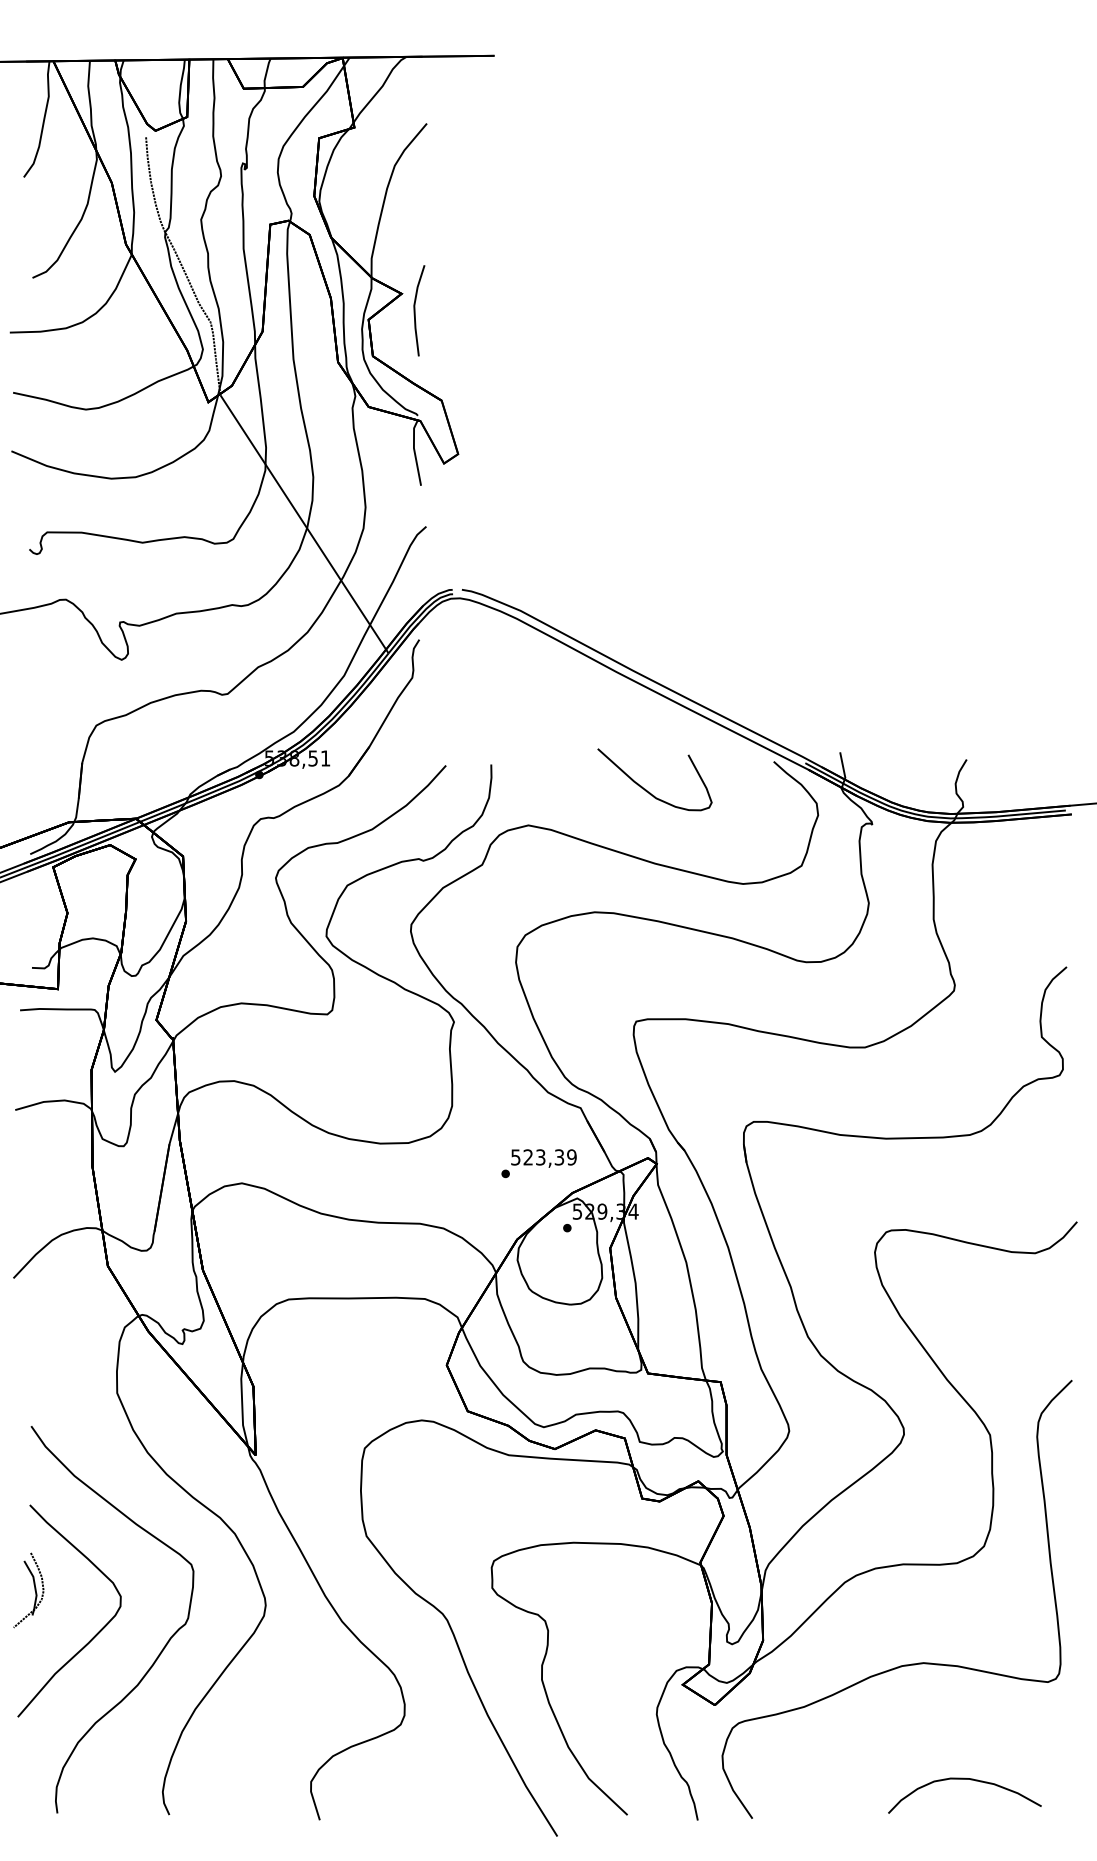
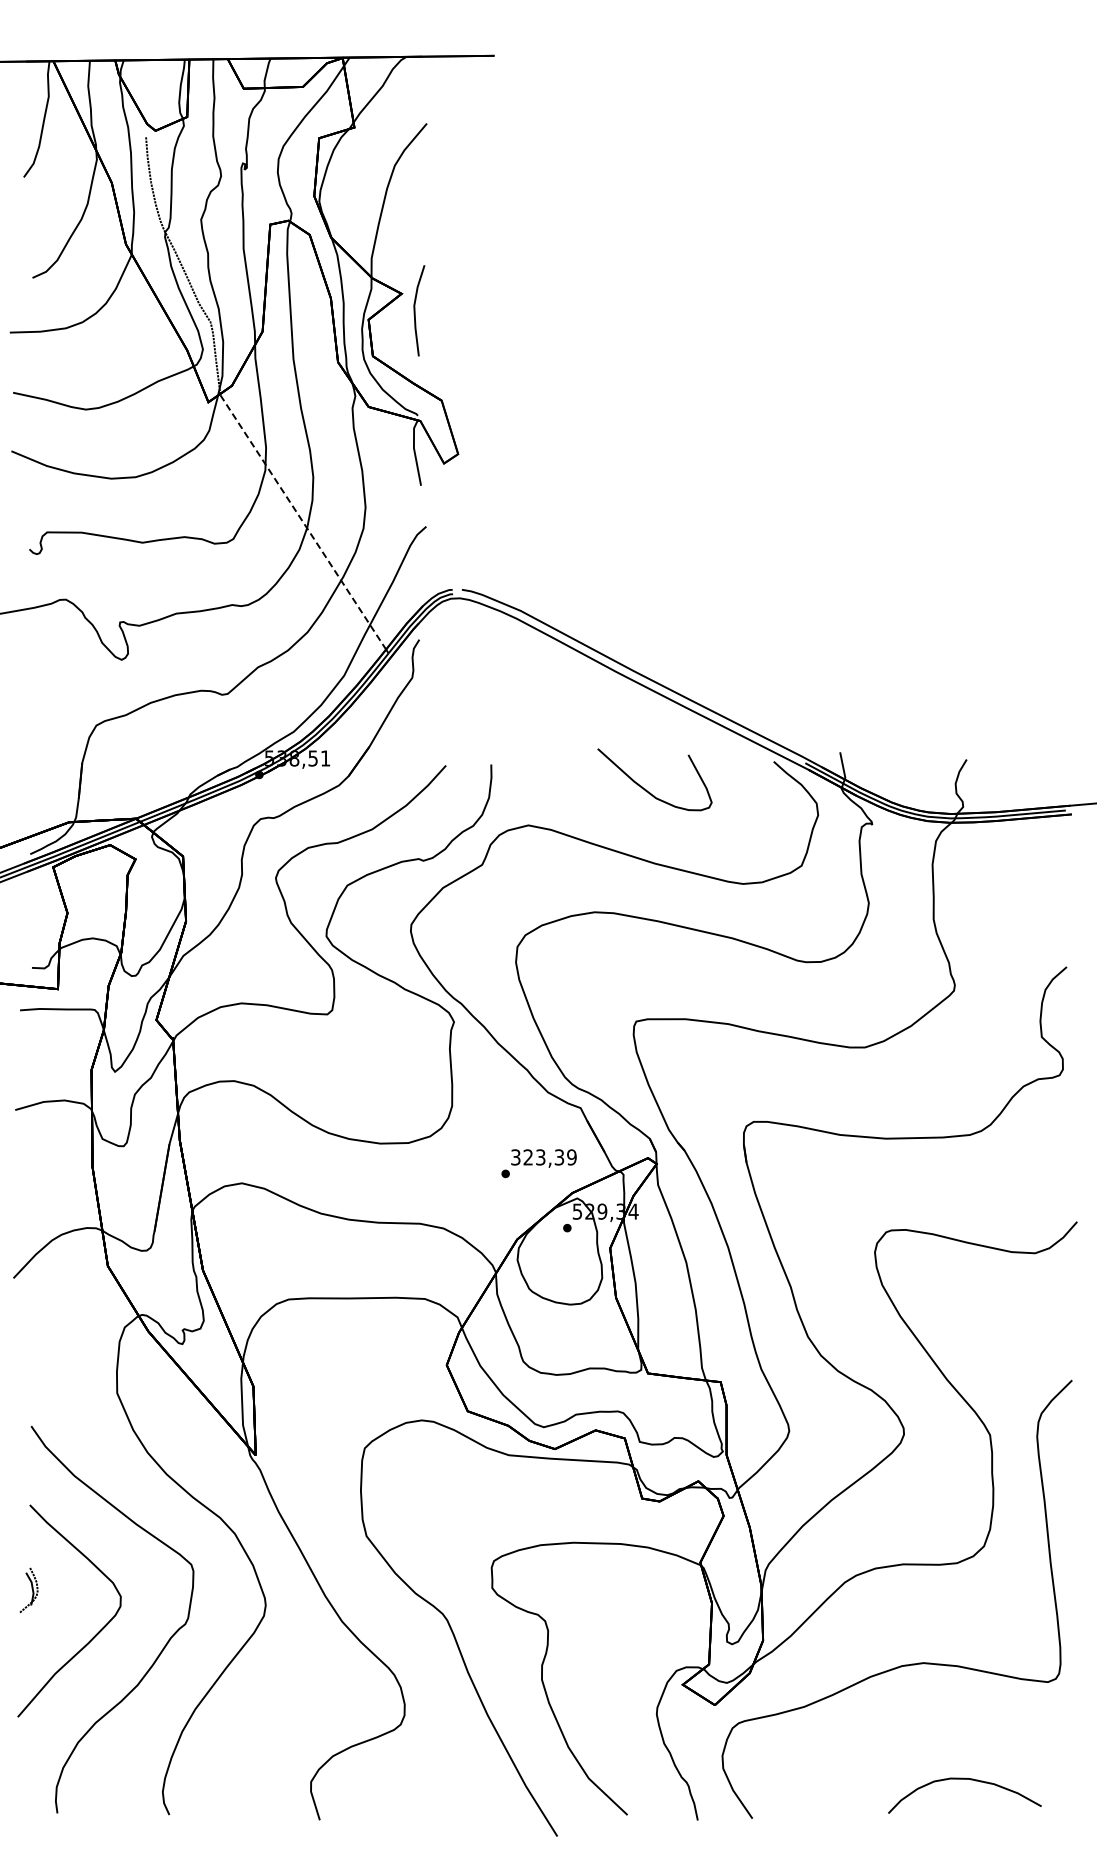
line at (303, 522): solid -> dashed
text at (515, 1156): 523,39 -> 323,39
part at (28, 1590) size: 32x77 px -> 20x47 px
